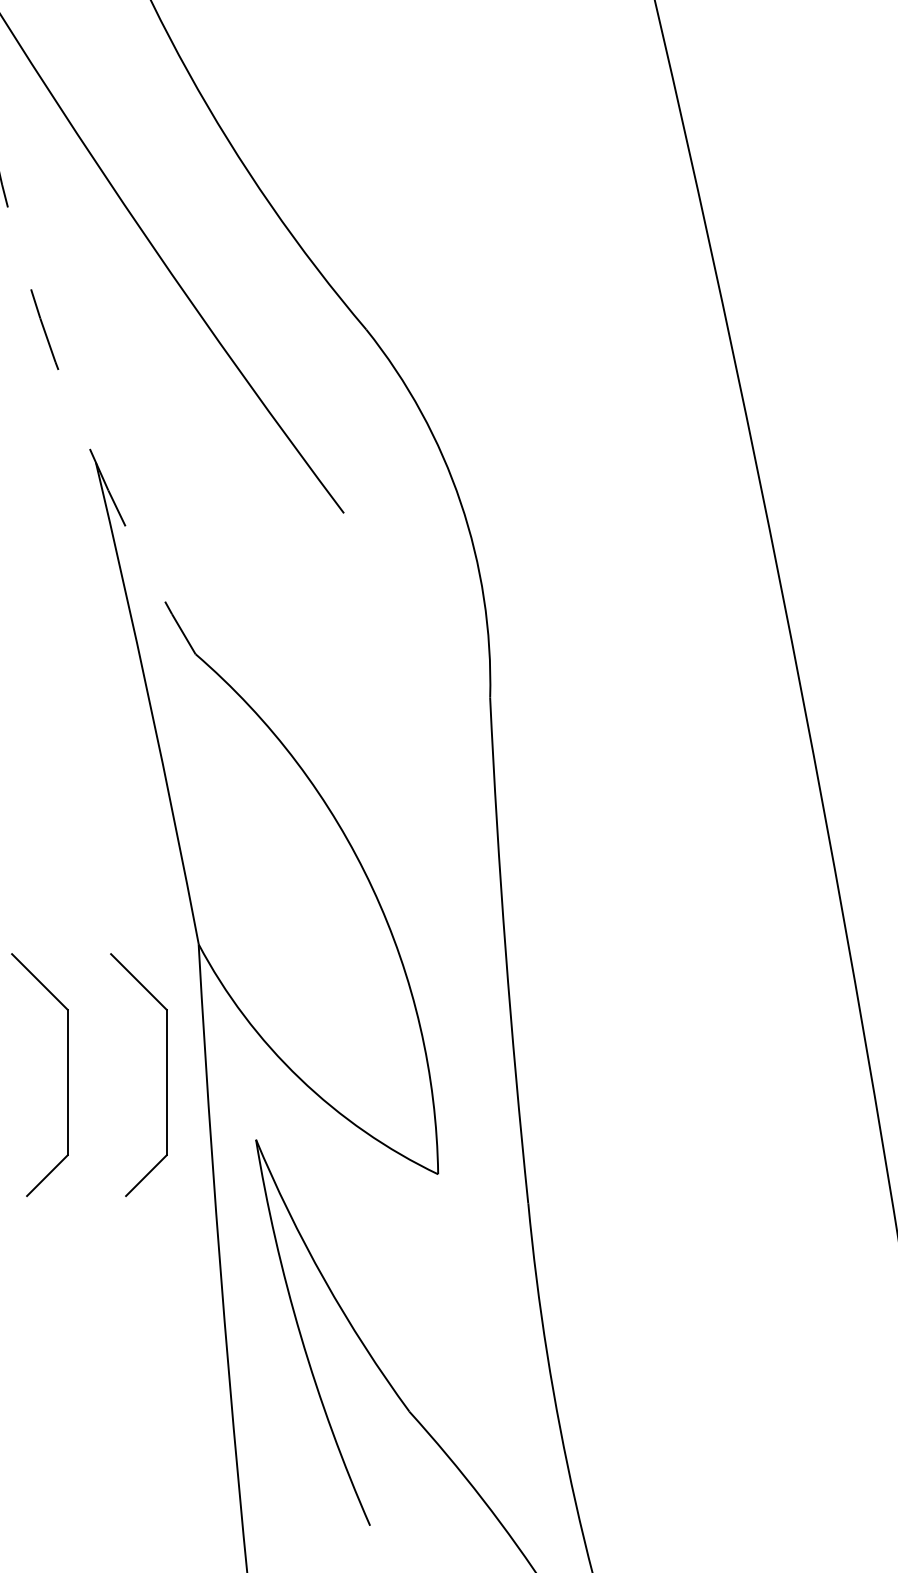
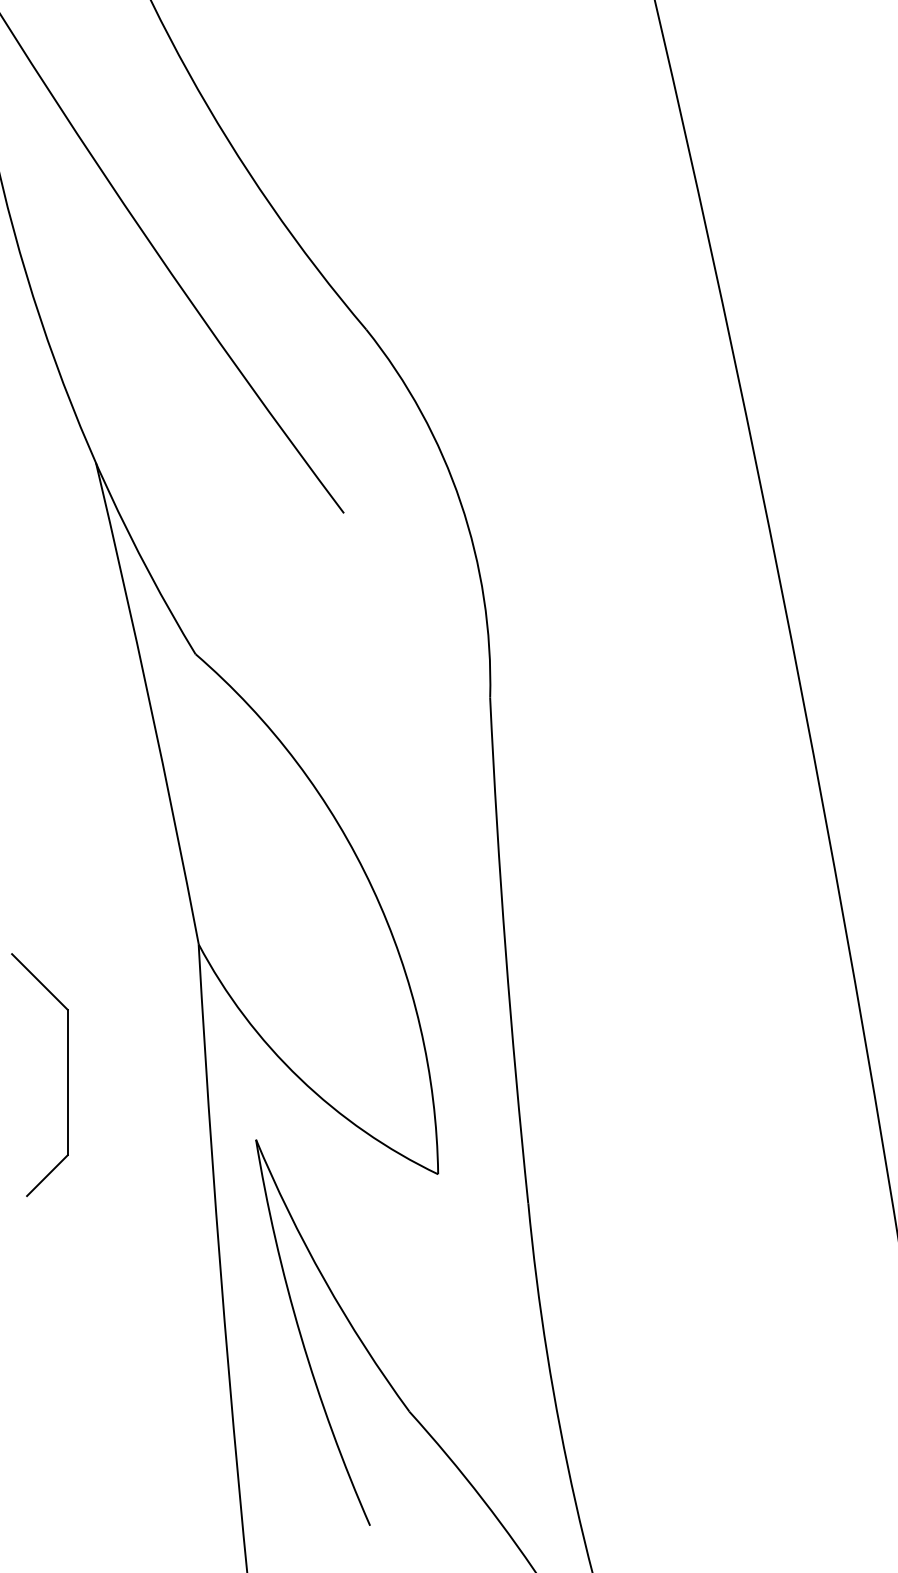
arc at (78, 422): dashed -> solid
part at (166, 1074): present -> none
